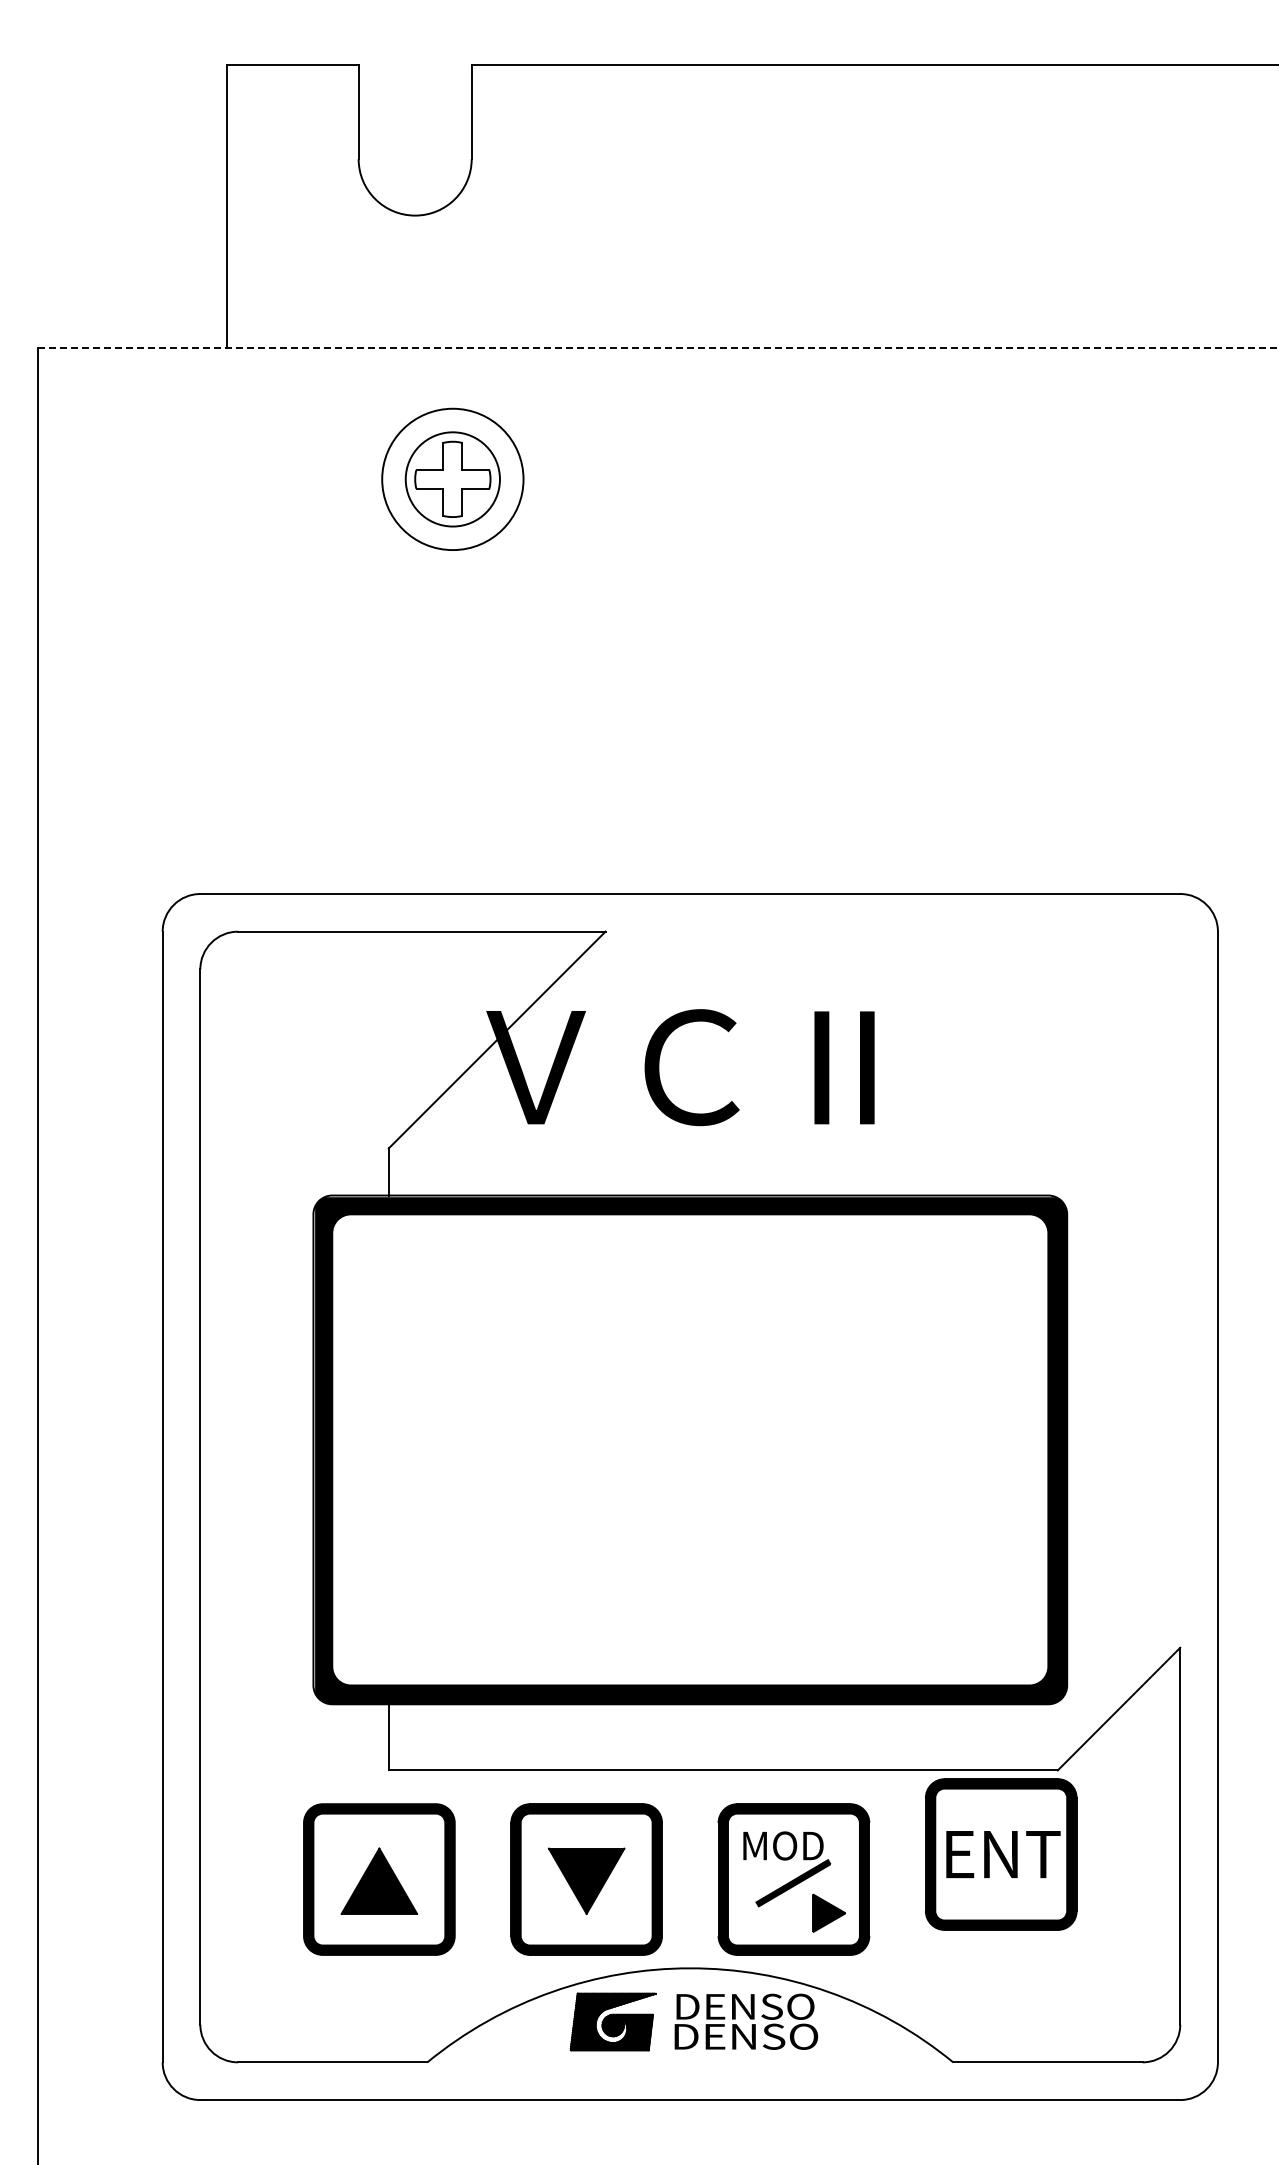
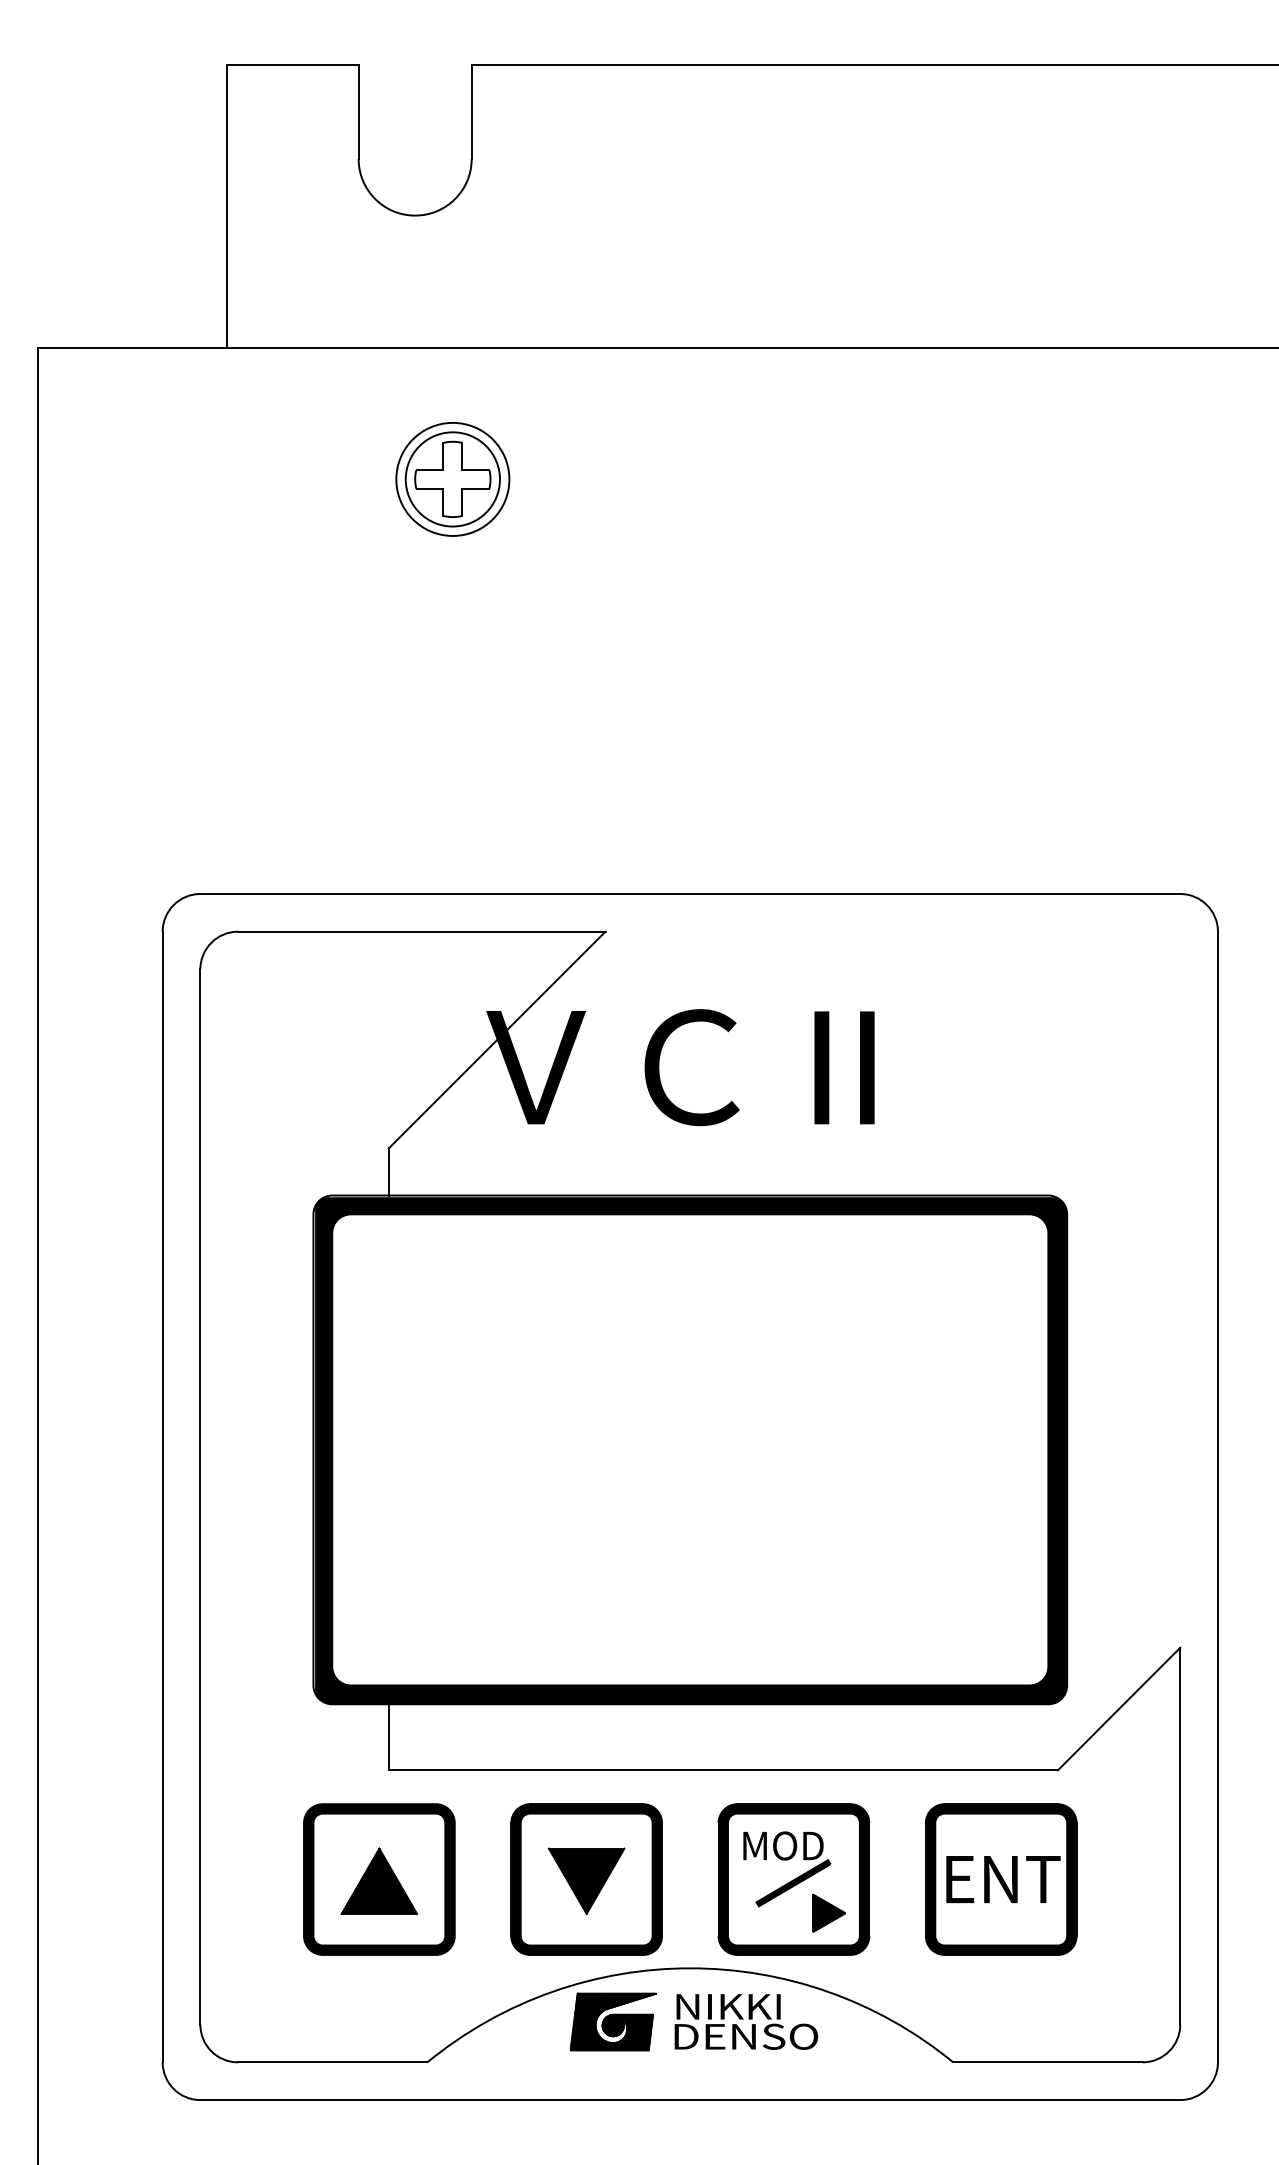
line at (658, 347): dashed -> solid
circle at (452, 479) diameter: 141 px -> 113 px
part at (1001, 1854) position: (1001, 1854) -> (1001, 1879)
text at (747, 2006): DENSO -> NIKKI
